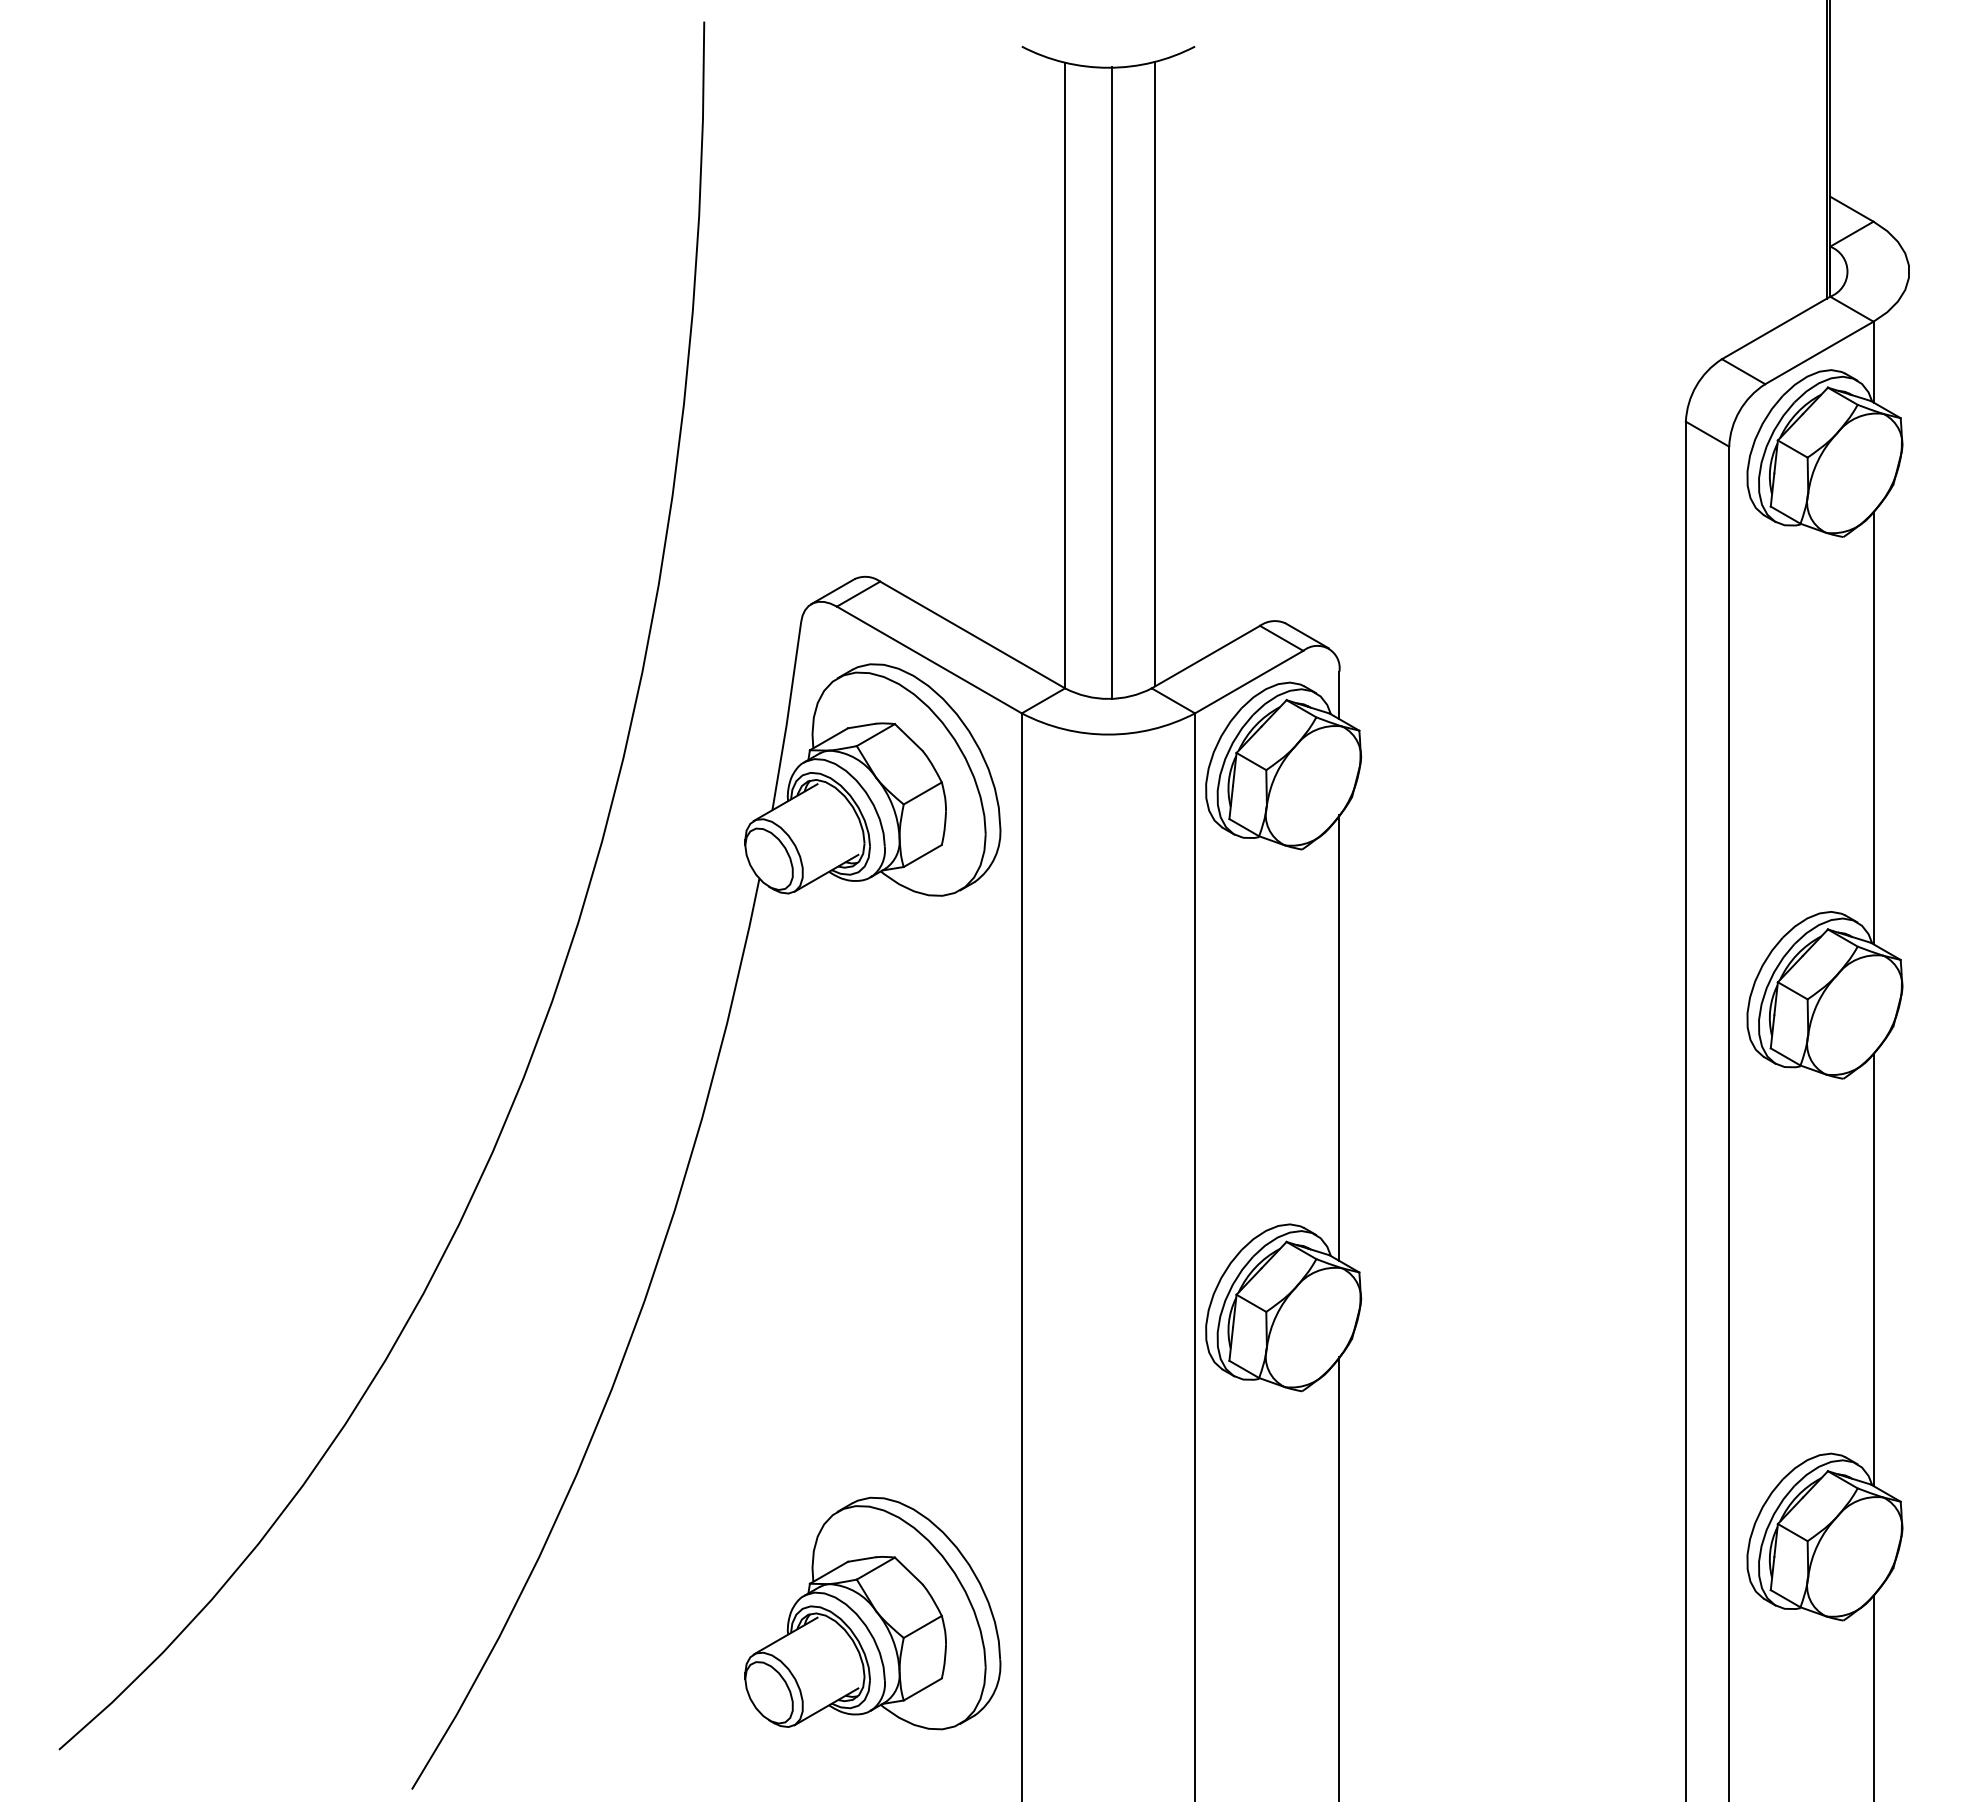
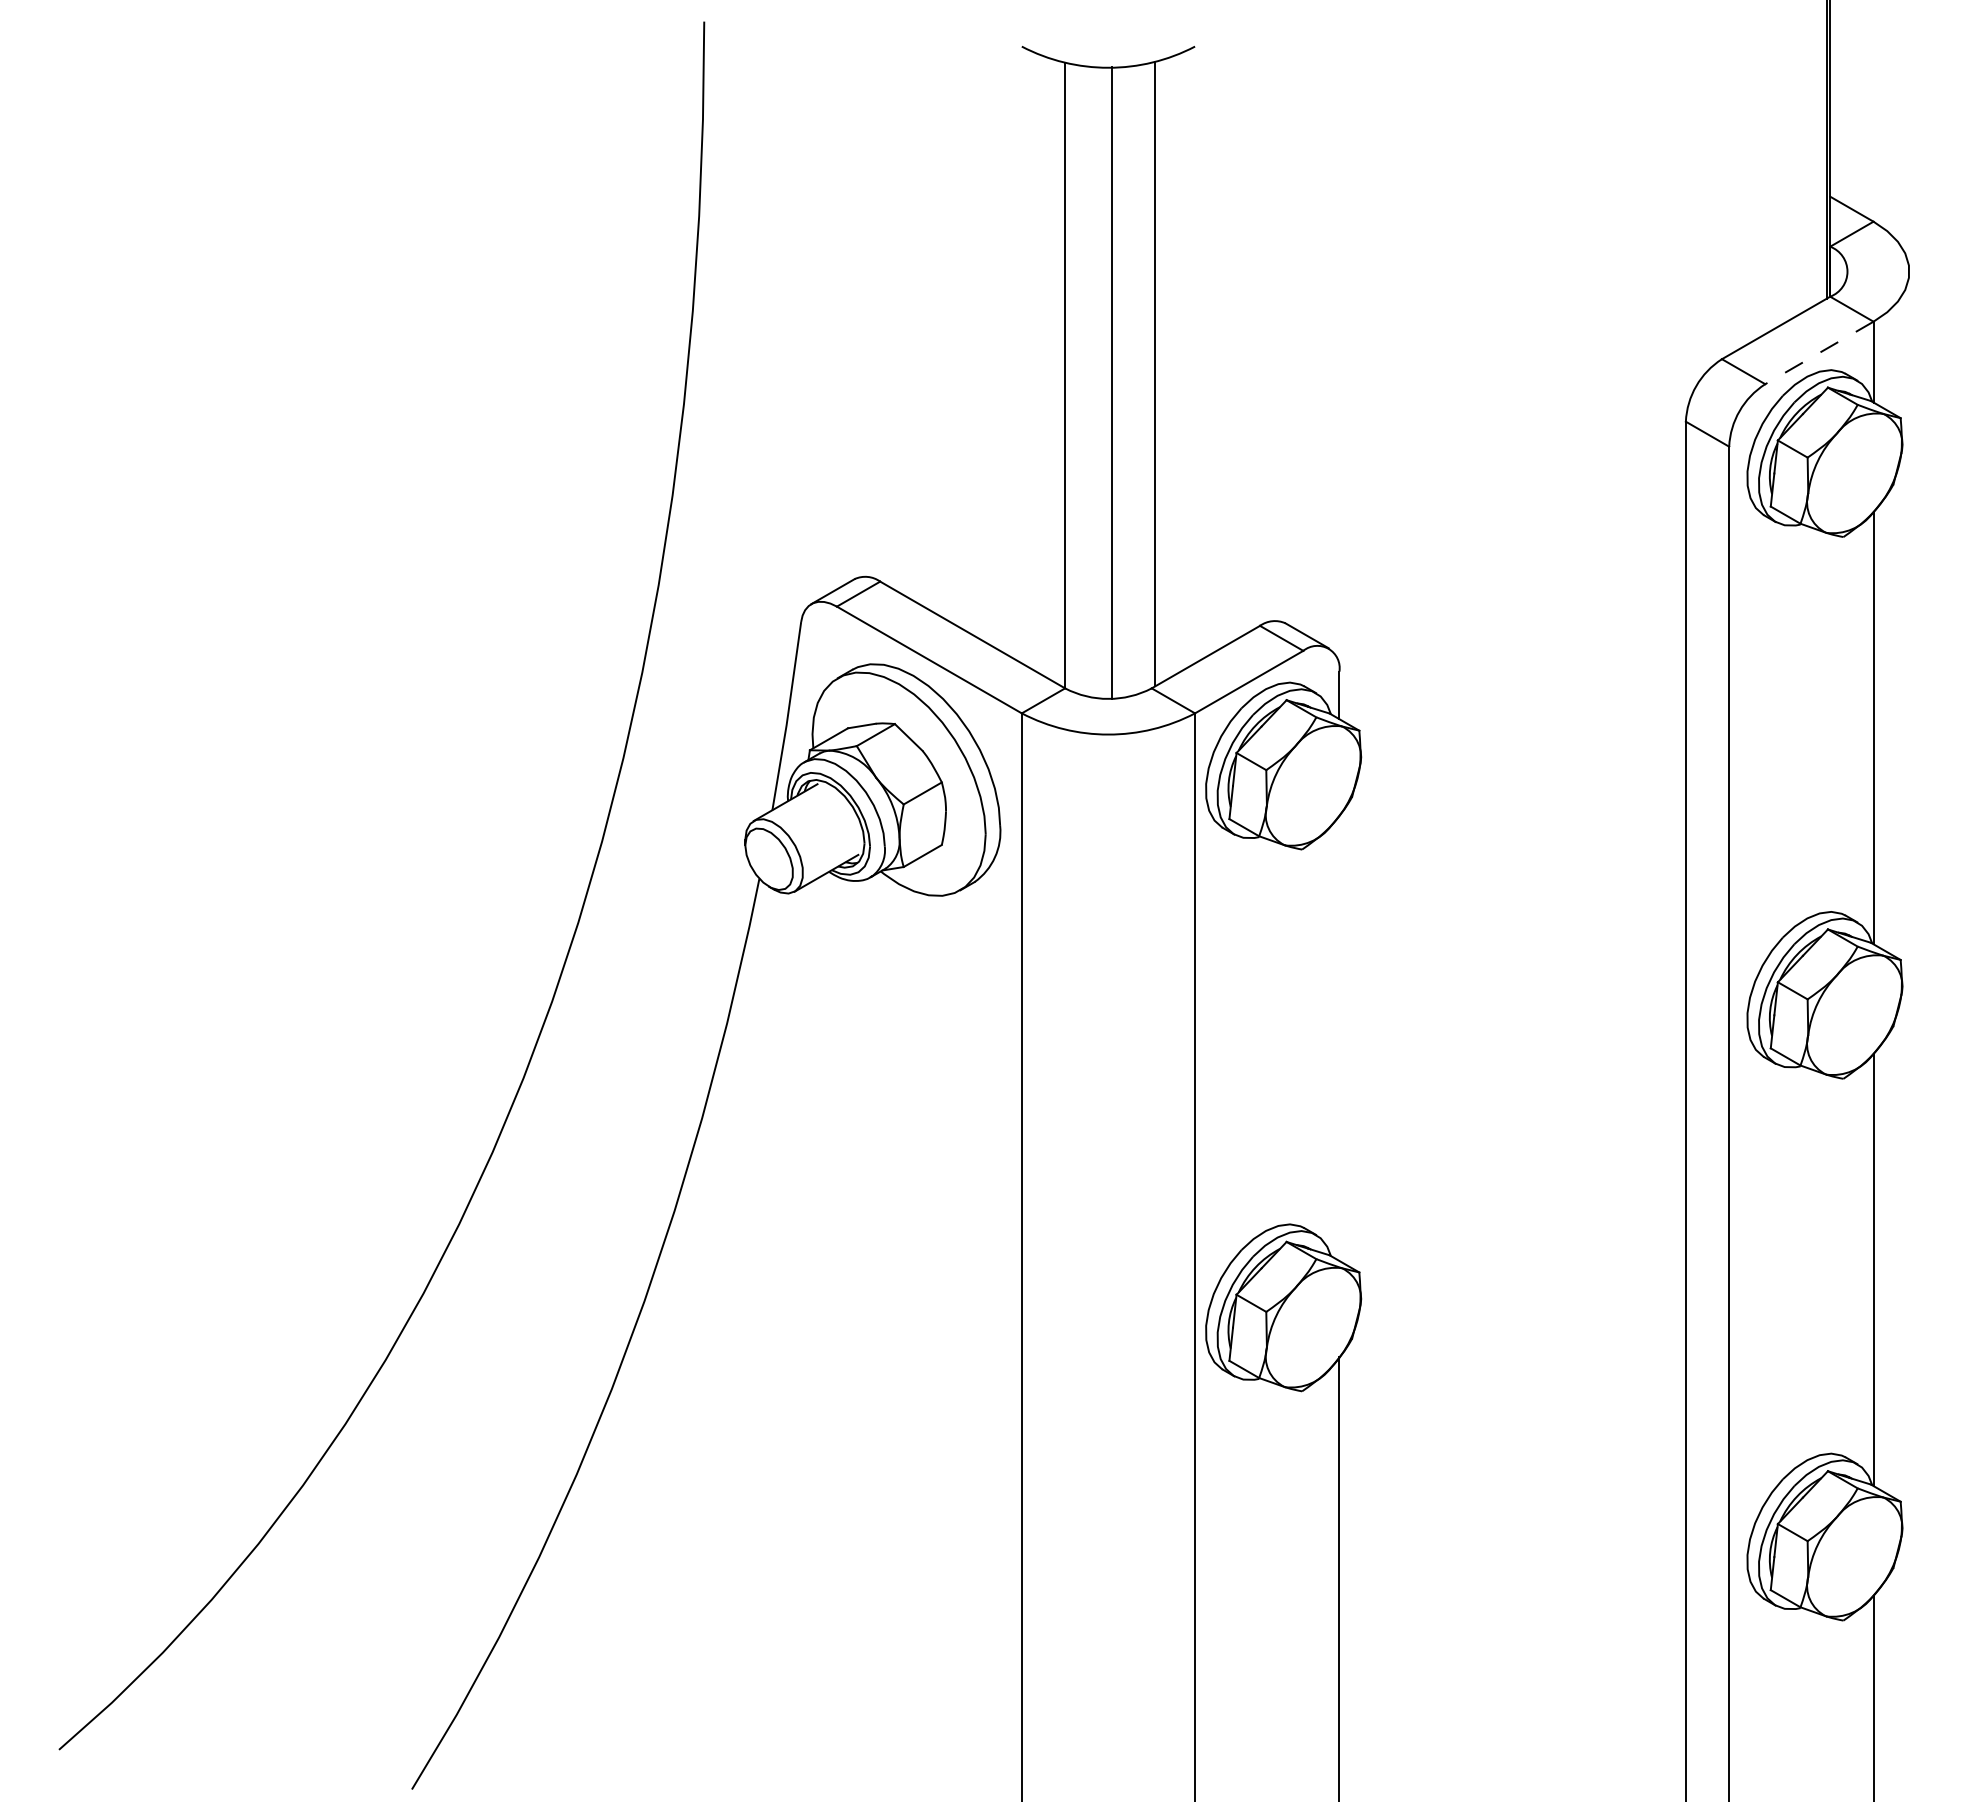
line at (1819, 352): solid -> dashed
line at (1339, 1037): present -> none
part at (872, 1613): present -> none
